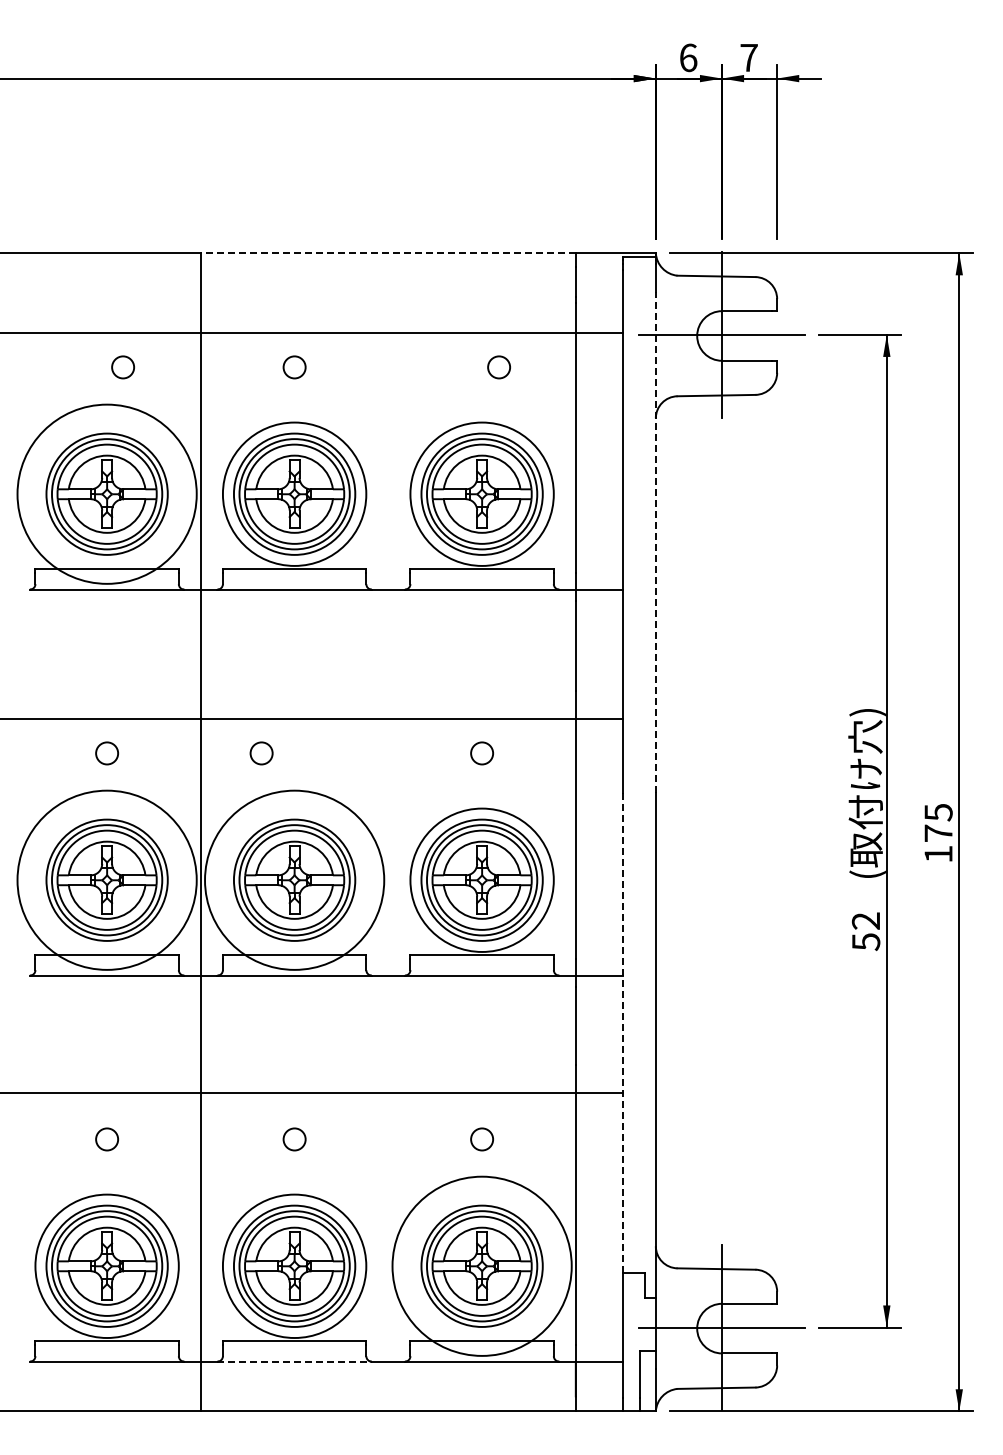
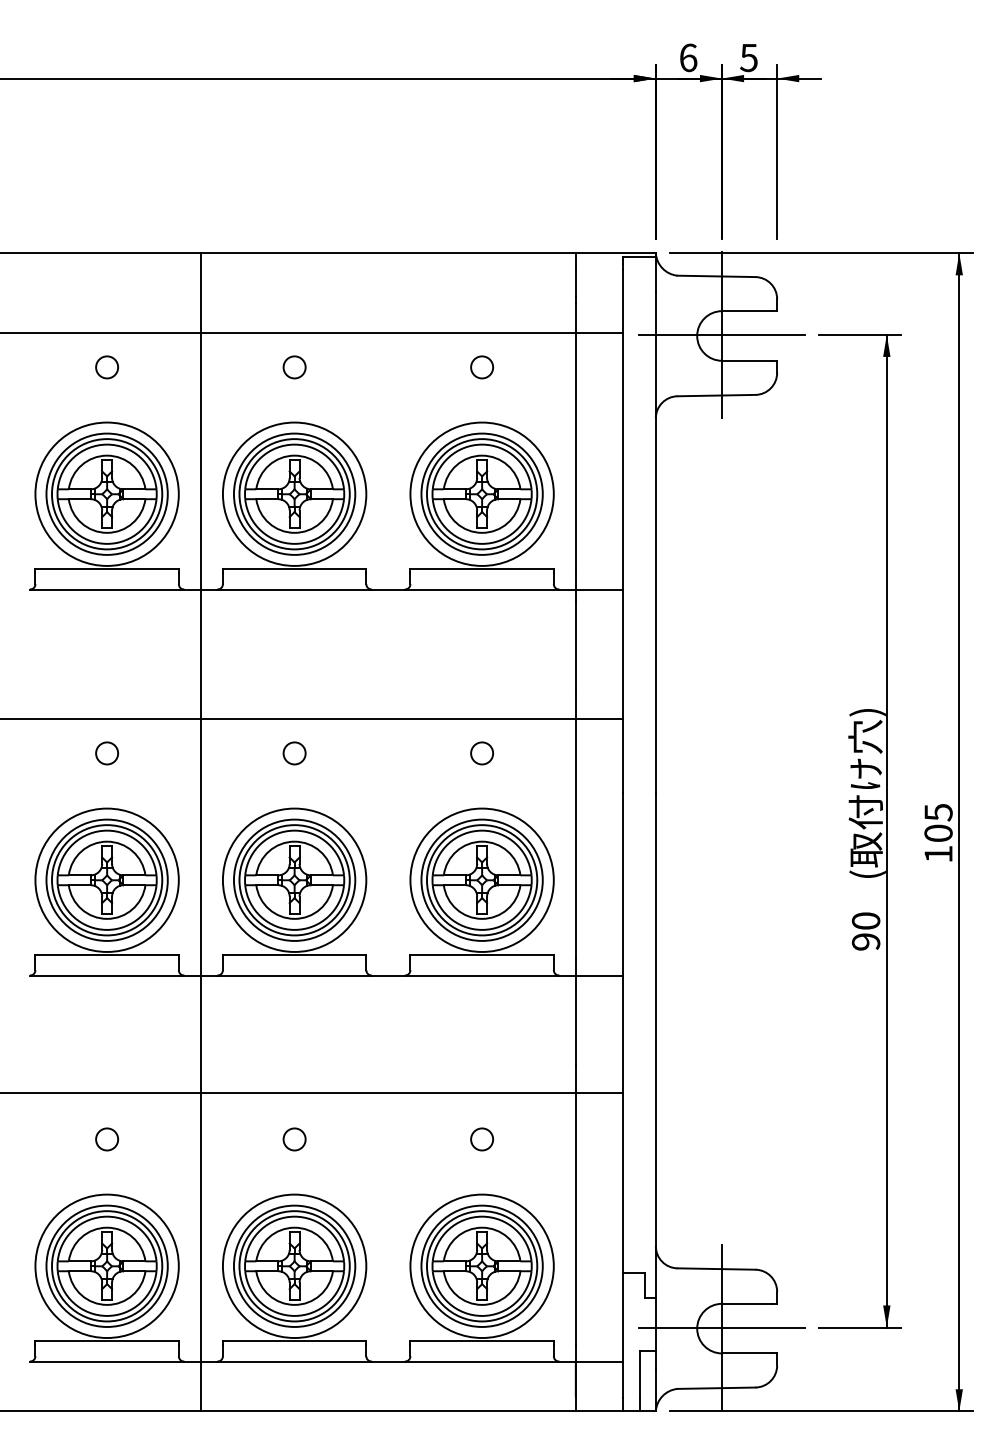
text at (748, 58): 7 -> 5
line at (387, 253): dashed -> solid
circle at (122, 367) position: (122, 367) -> (106, 367)
circle at (498, 367) position: (498, 367) -> (481, 367)
circle at (106, 493) diameter: 179 px -> 143 px
line at (655, 541): dashed -> solid
circle at (261, 753) position: (261, 753) -> (294, 753)
text at (938, 832): 175 -> 105
circle at (106, 879) diameter: 179 px -> 143 px
circle at (294, 879) diameter: 179 px -> 143 px
text at (865, 931): 52 -> 90
line at (622, 1033): dashed -> solid
circle at (481, 1265) diameter: 179 px -> 143 px
line at (295, 1361): dashed -> solid
